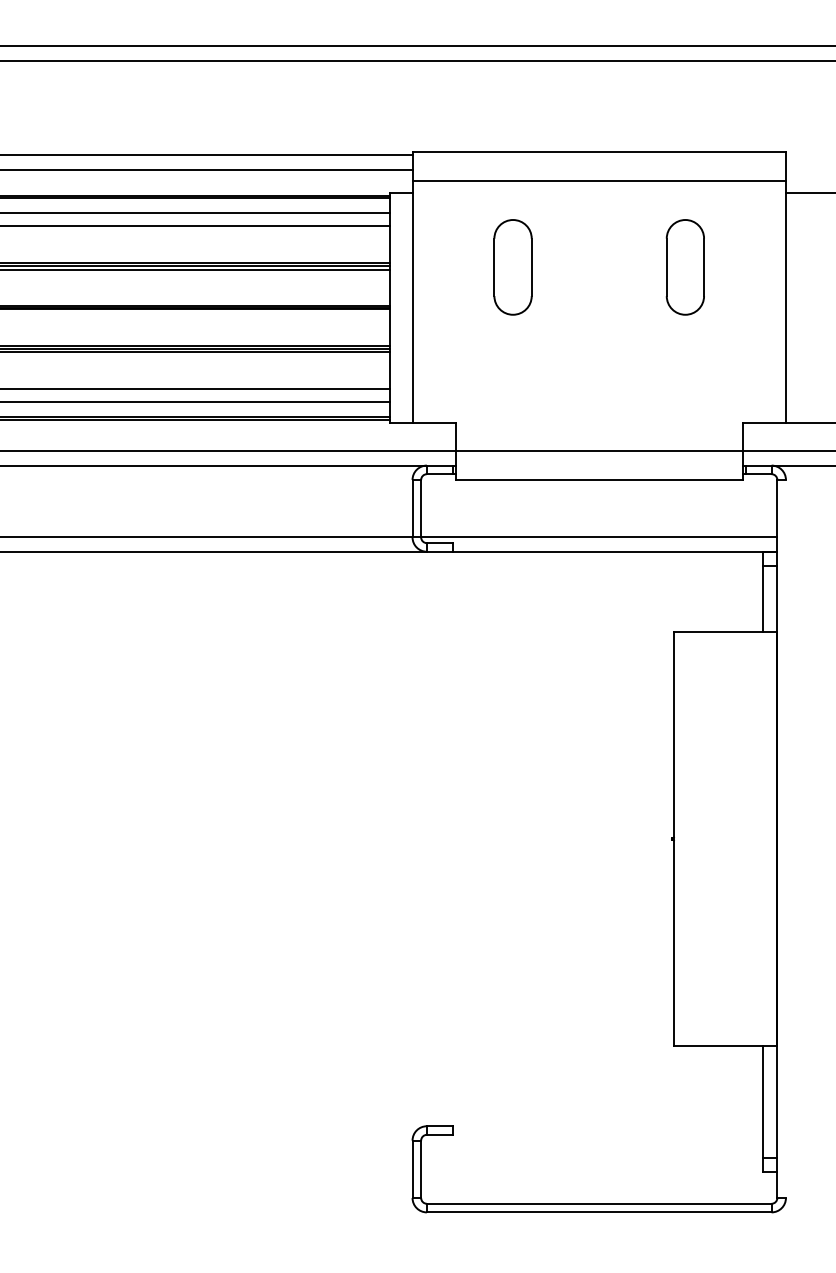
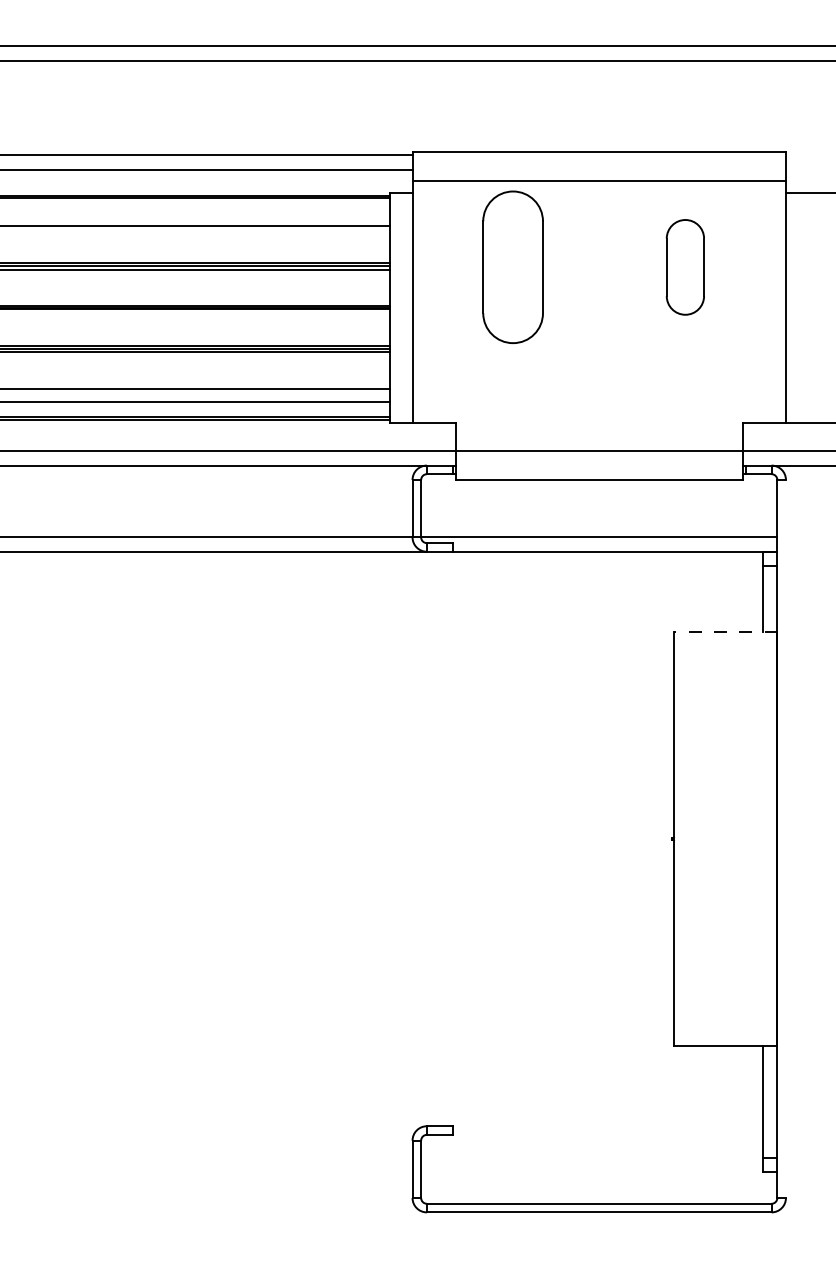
line at (195, 212): present -> none
part at (512, 267) size: 40x97 px -> 62x154 px
line at (725, 632): solid -> dashed
